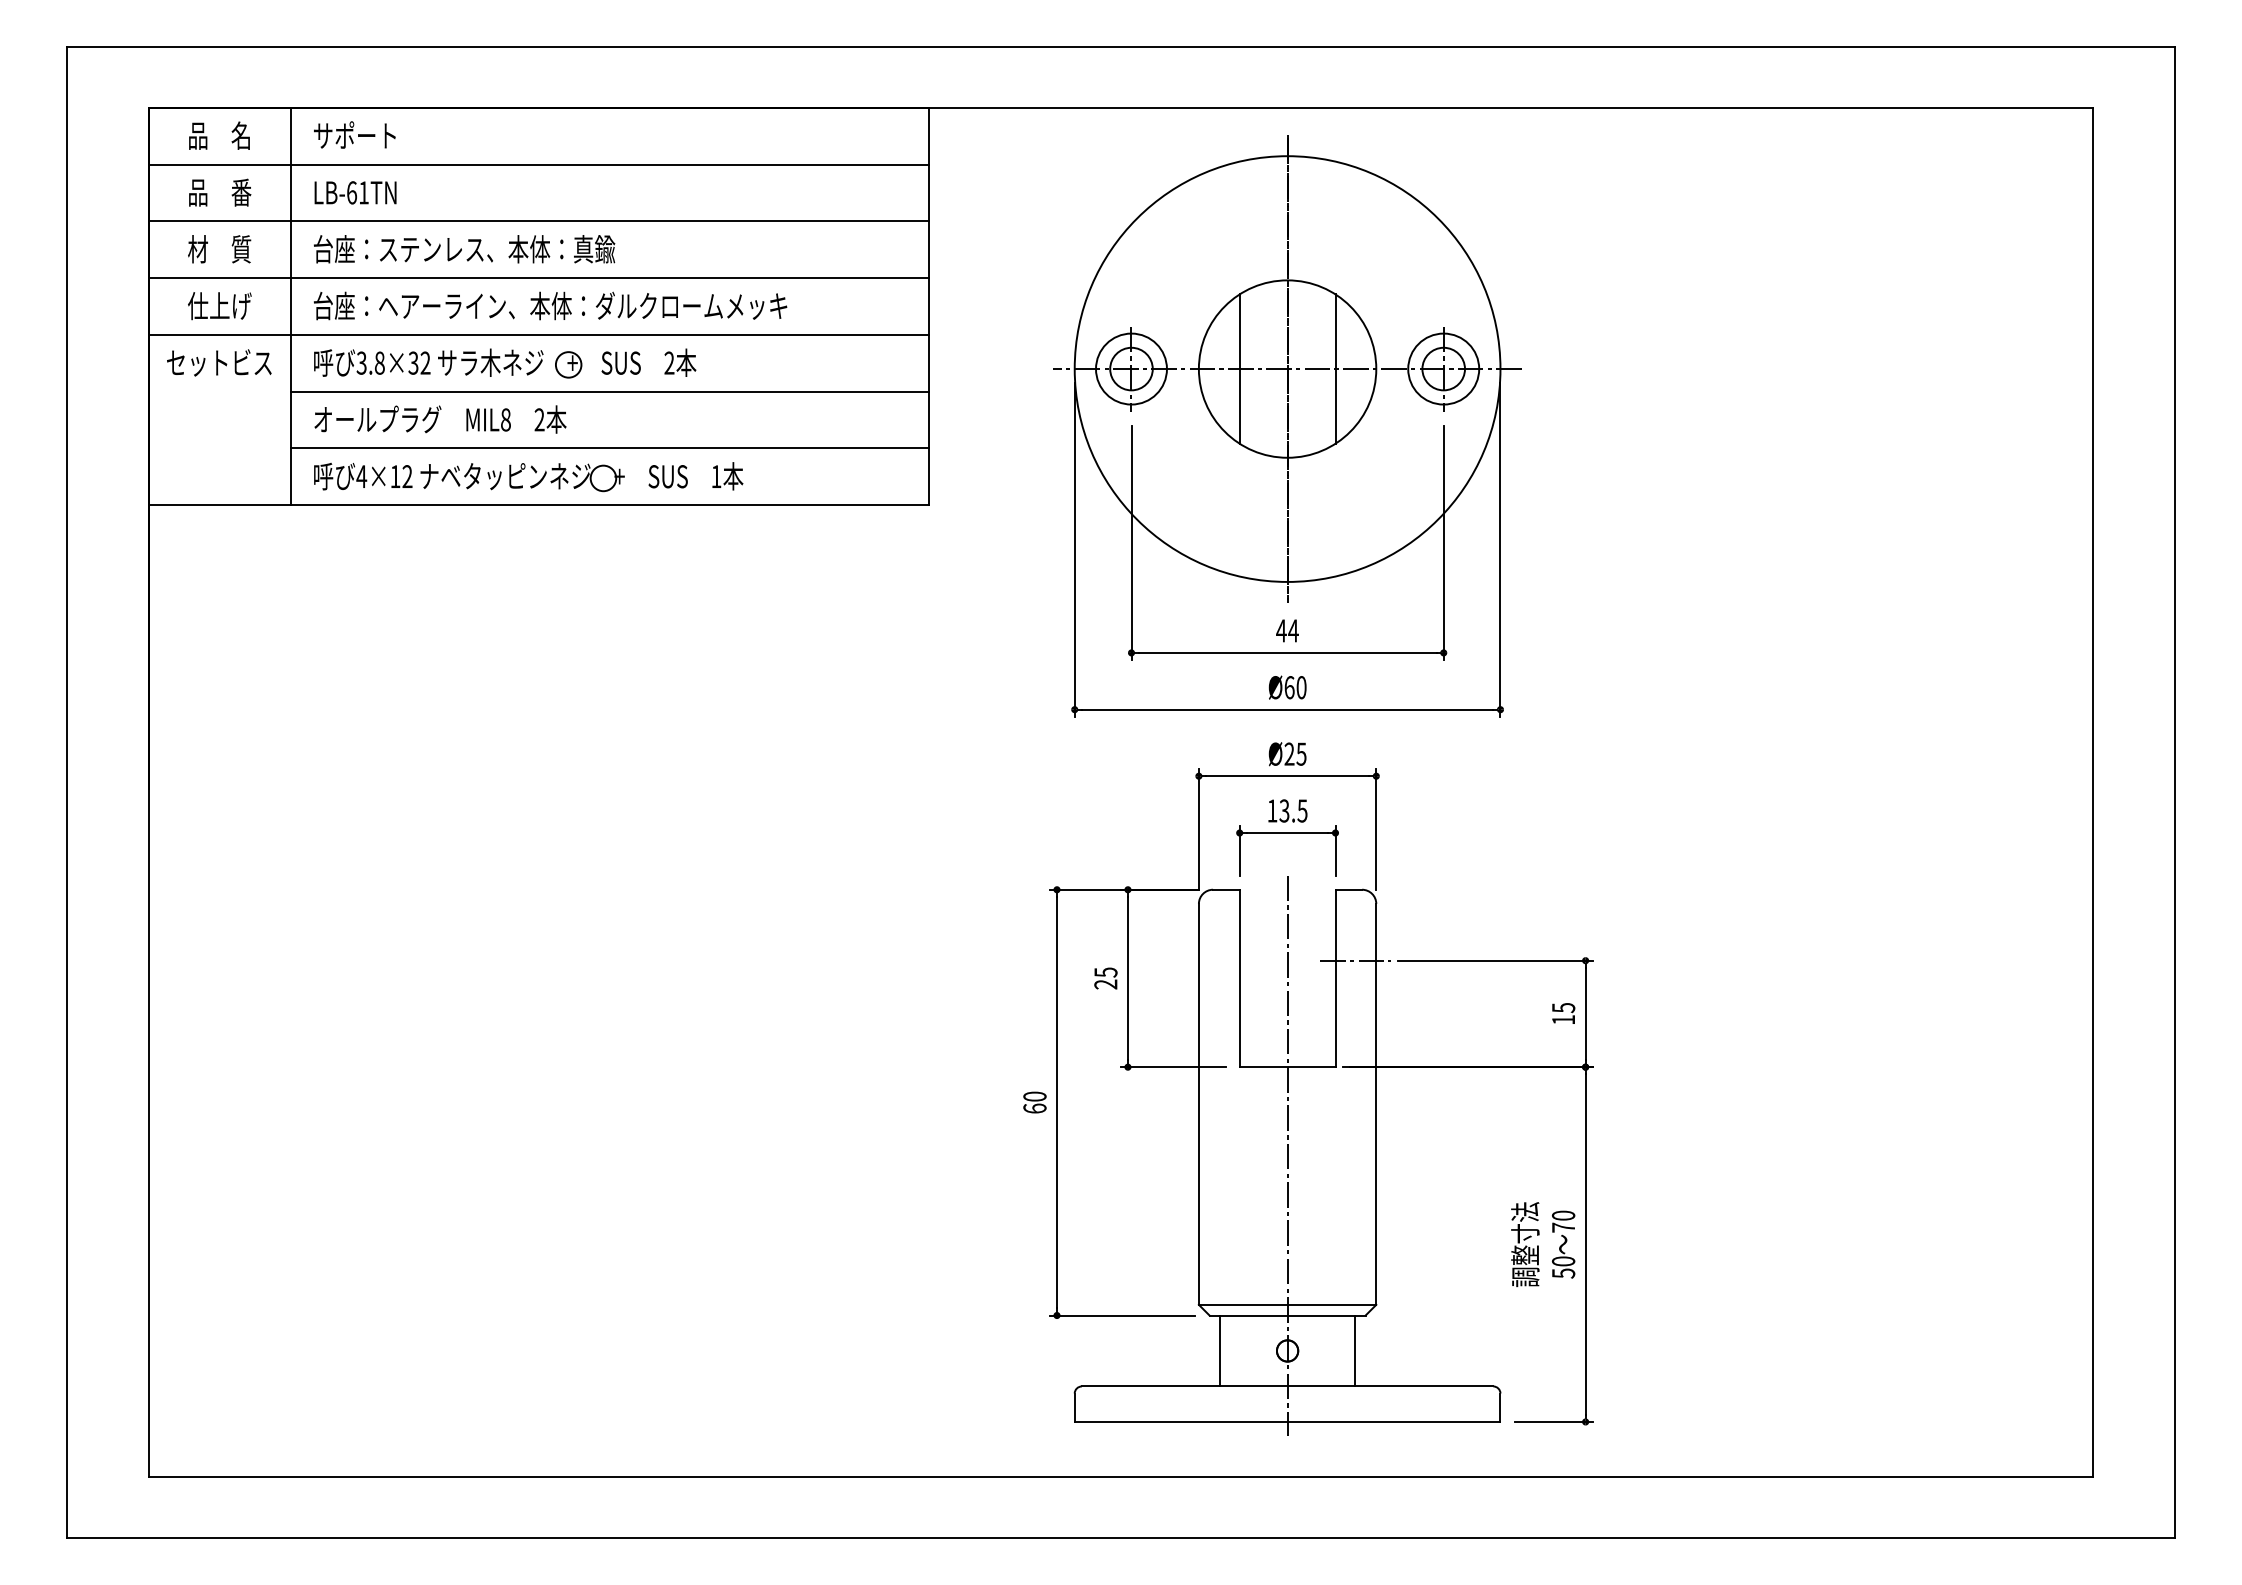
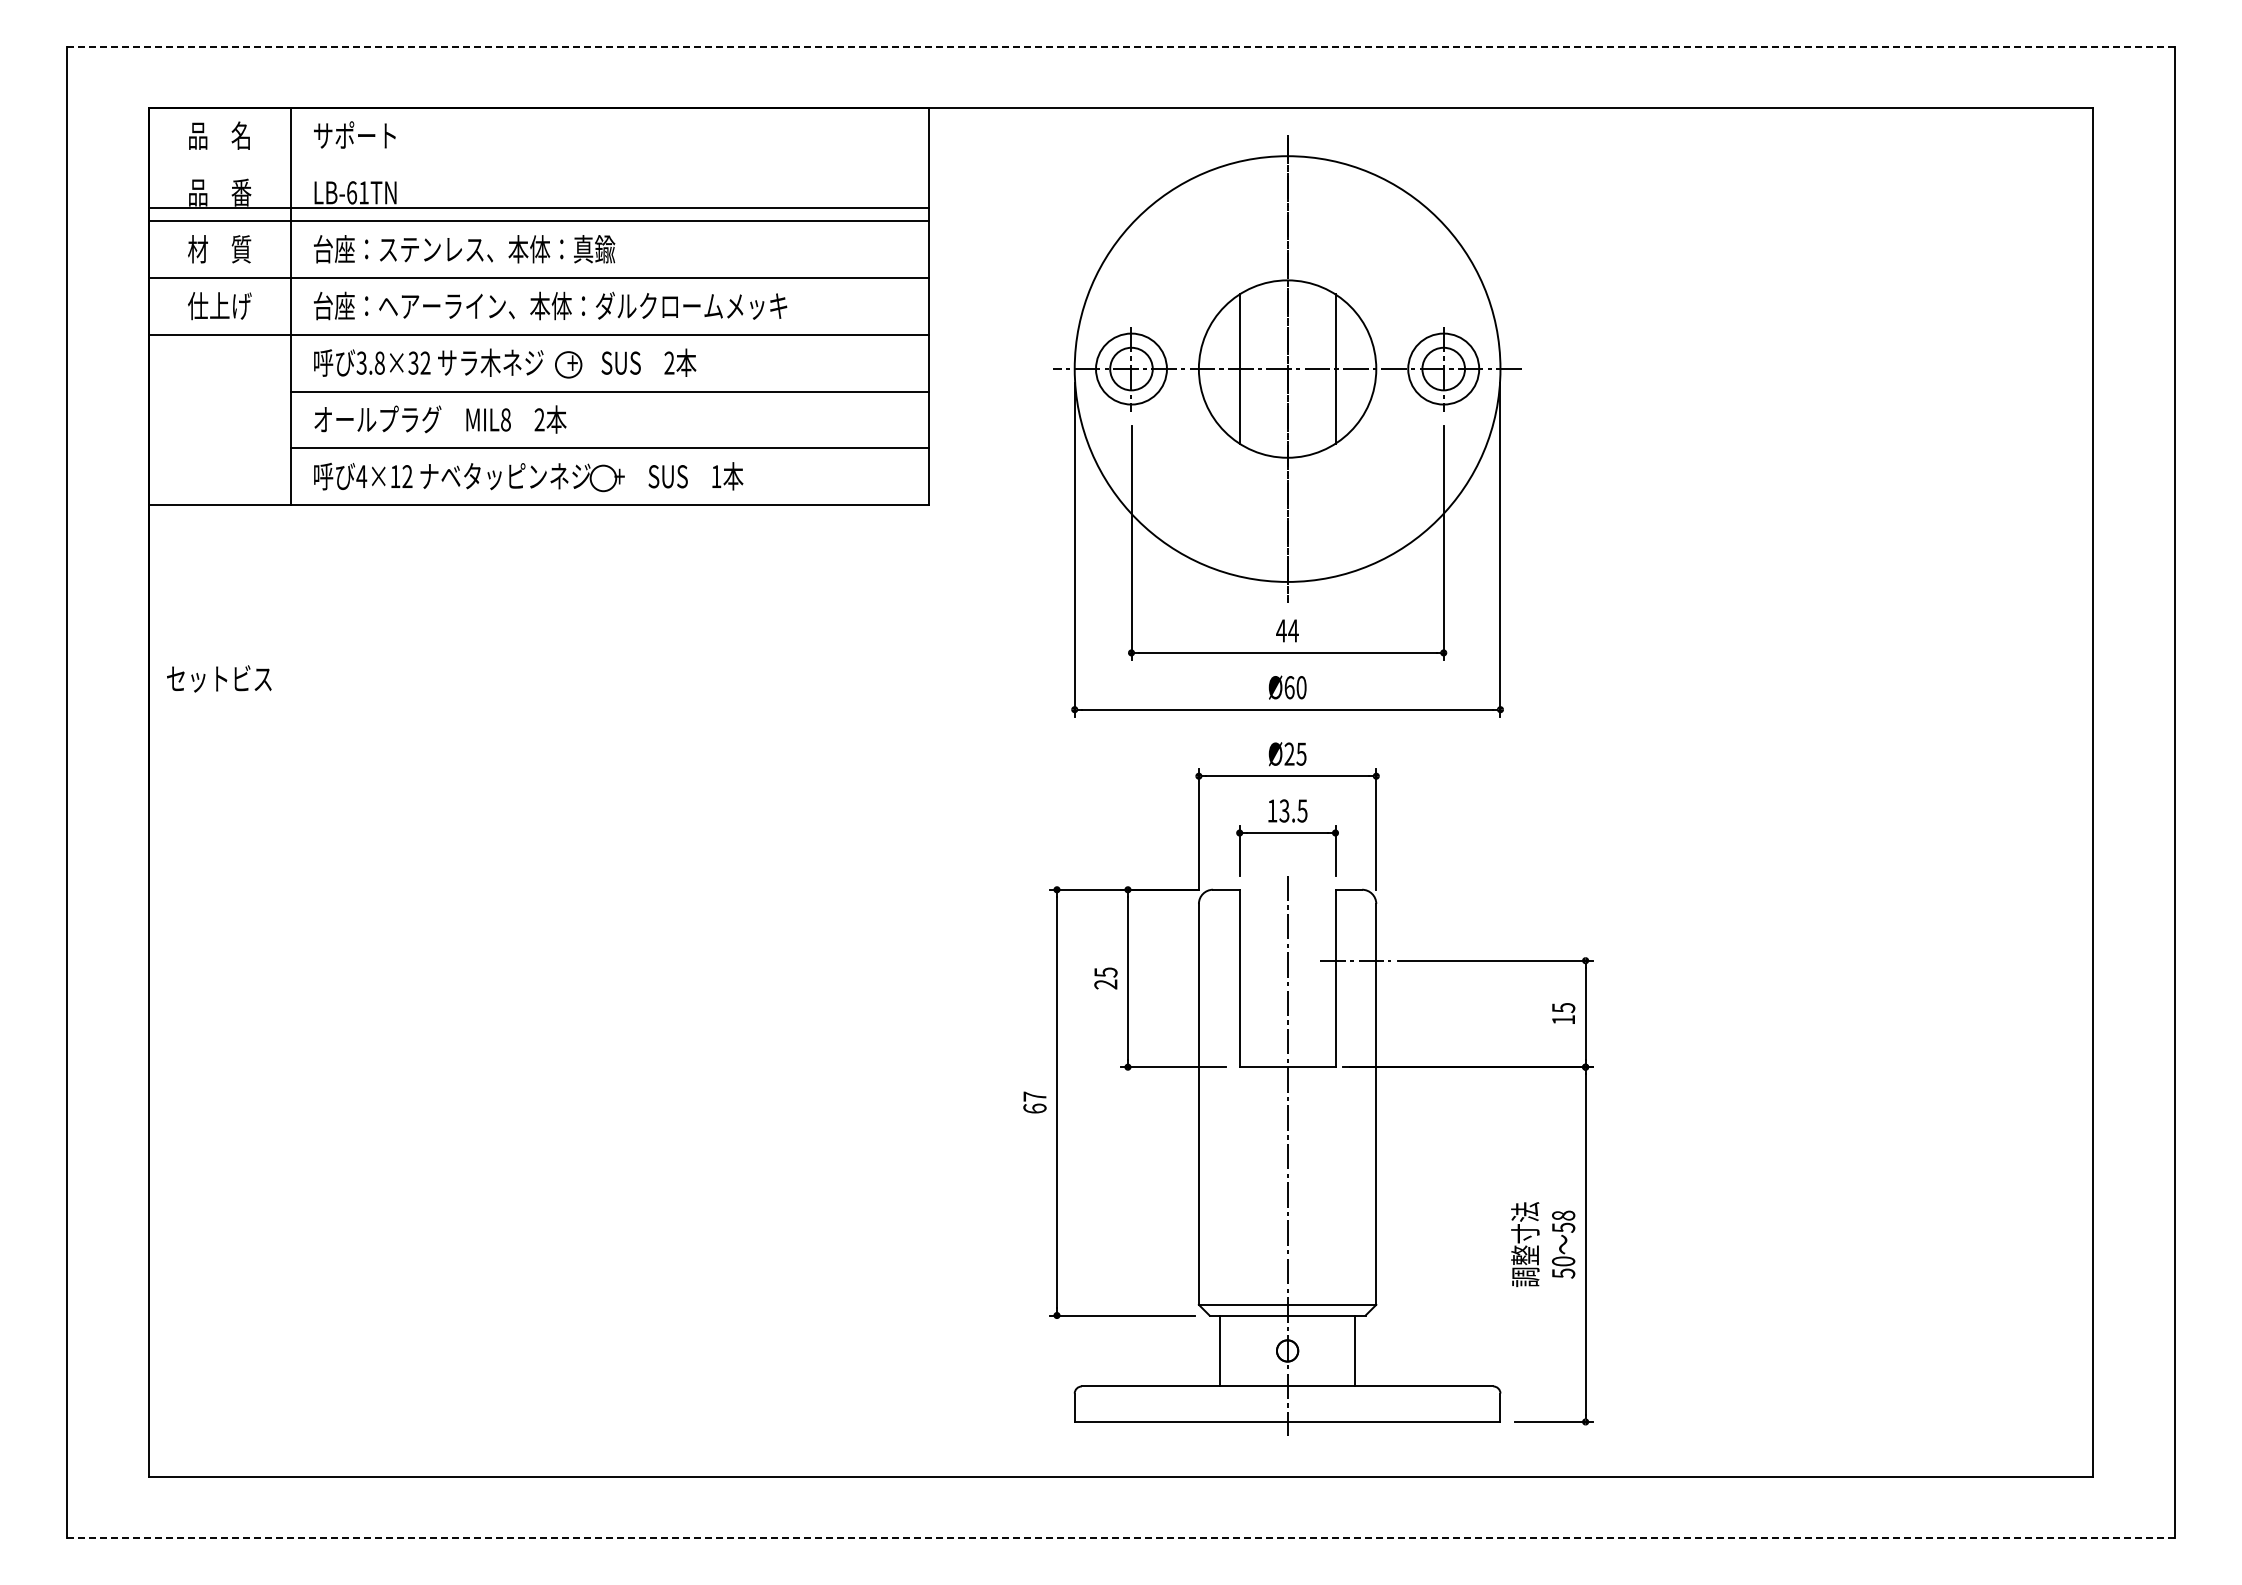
line at (1121, 47): solid -> dashed
line at (538, 164) position: (538, 164) -> (538, 207)
text at (219, 362) position: (219, 362) -> (219, 678)
text at (1034, 1096): 60 -> 67
text at (1563, 1221): 70 -> 58
line at (1121, 1537): solid -> dashed
